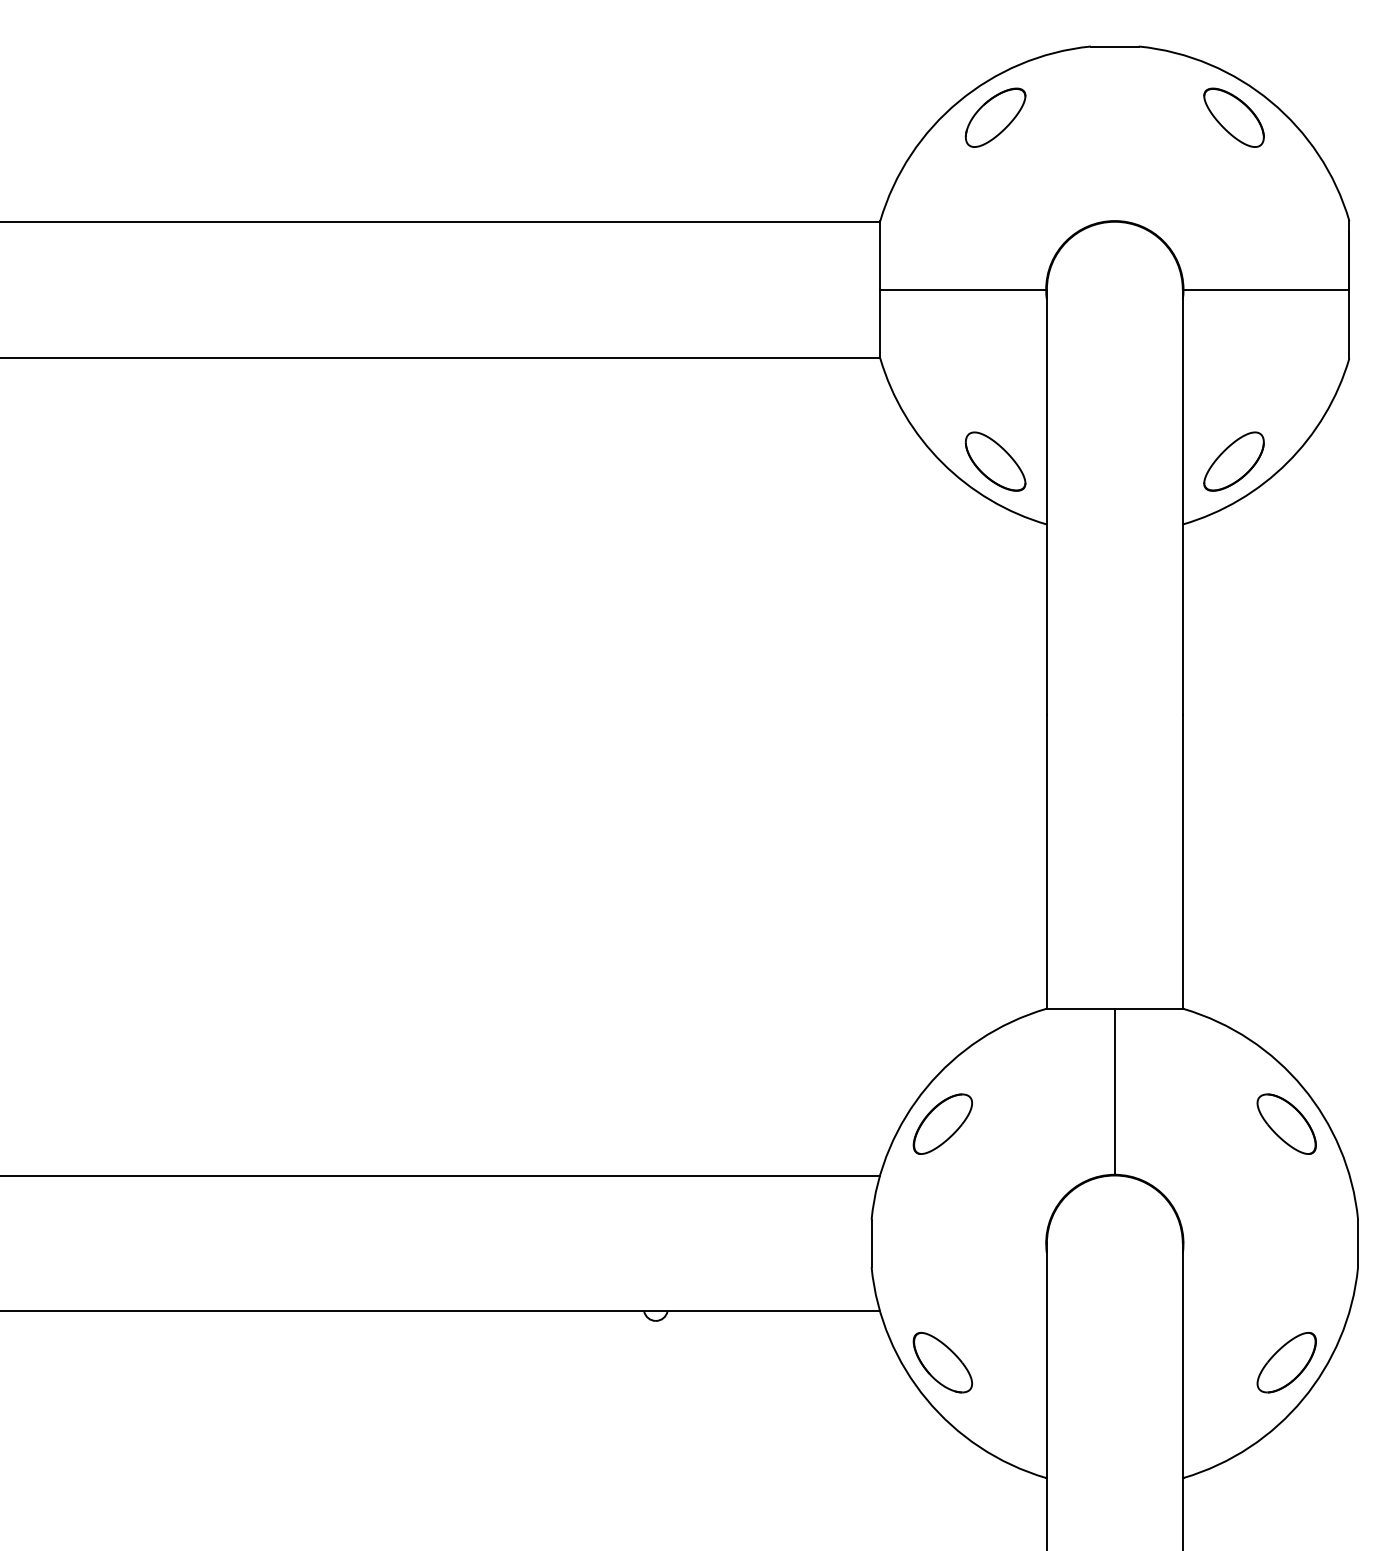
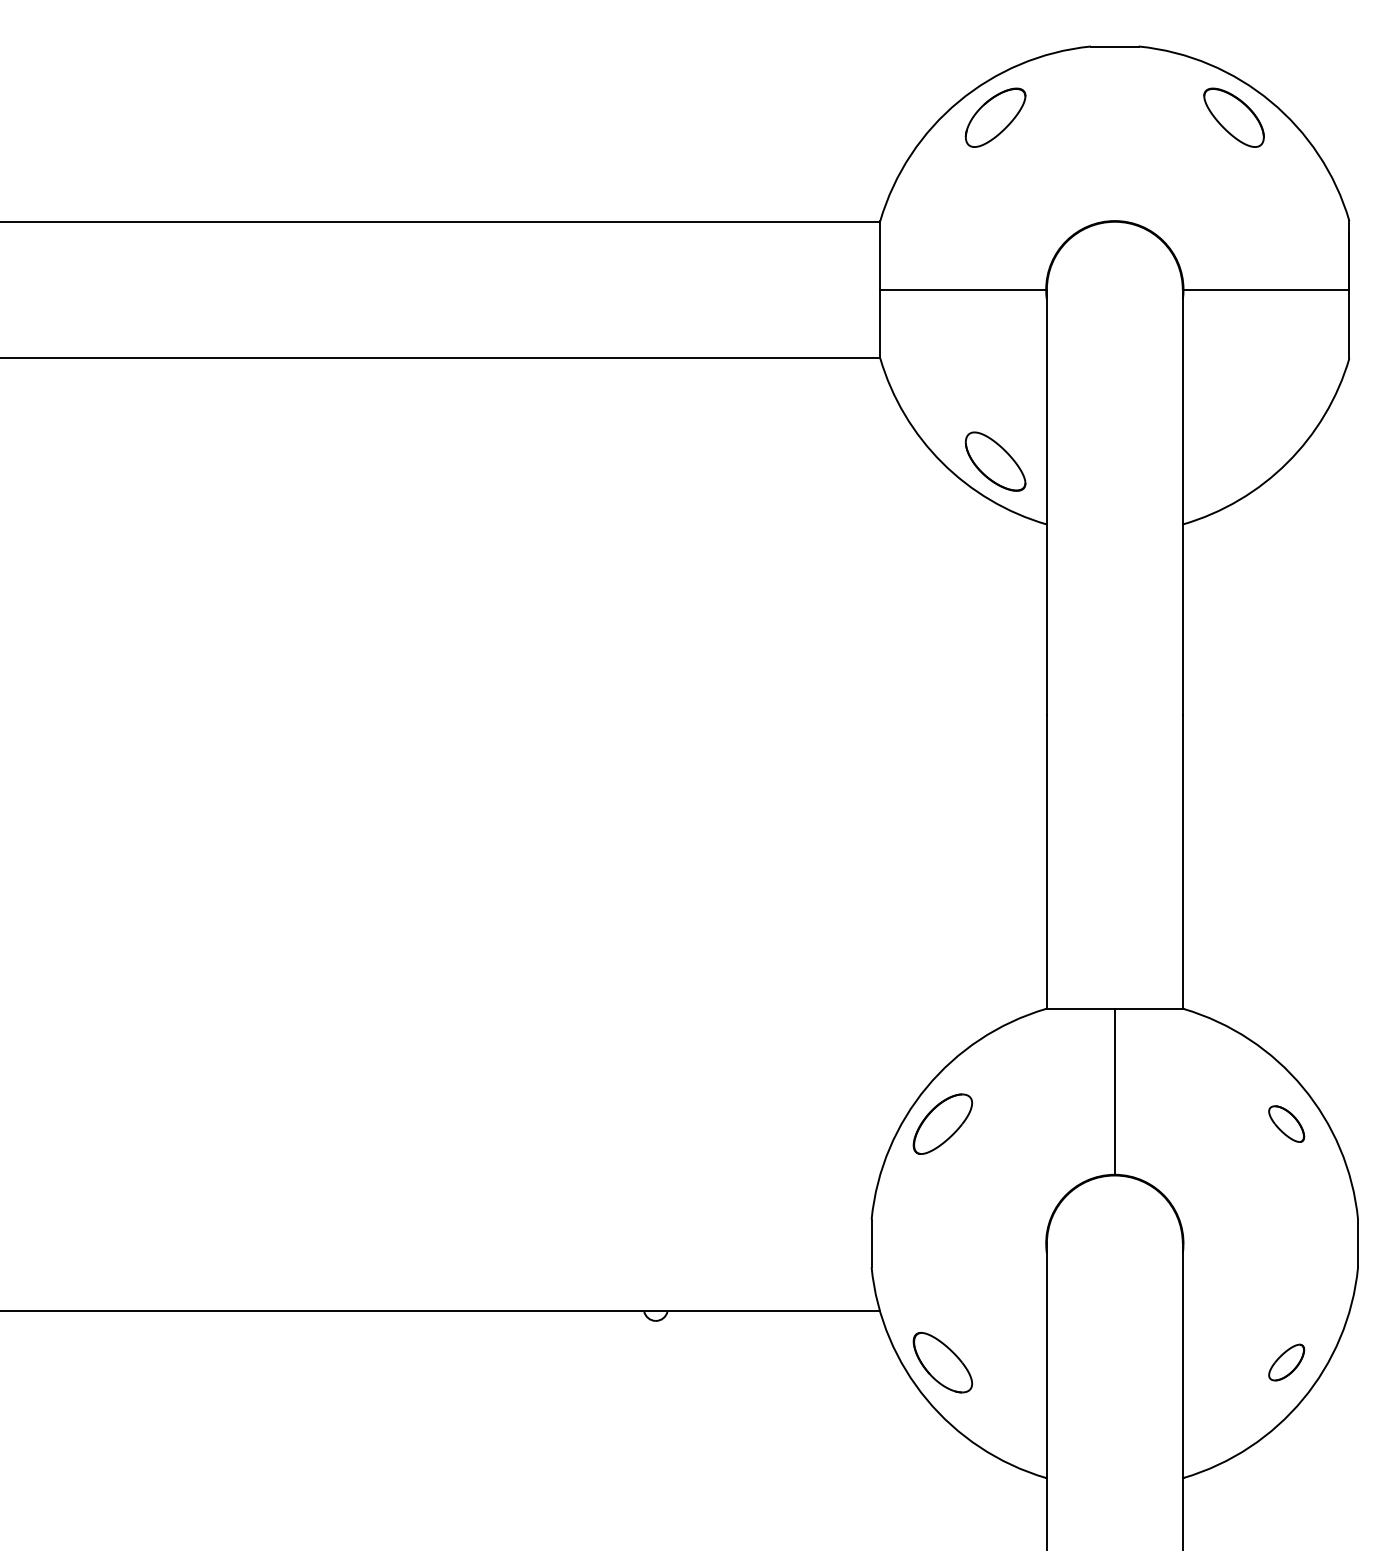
part at (1233, 461): present -> none
part at (1286, 1123) size: 61x62 px -> 38x38 px
line at (441, 1175): present -> none
part at (1286, 1362) size: 61x63 px -> 38x39 px
